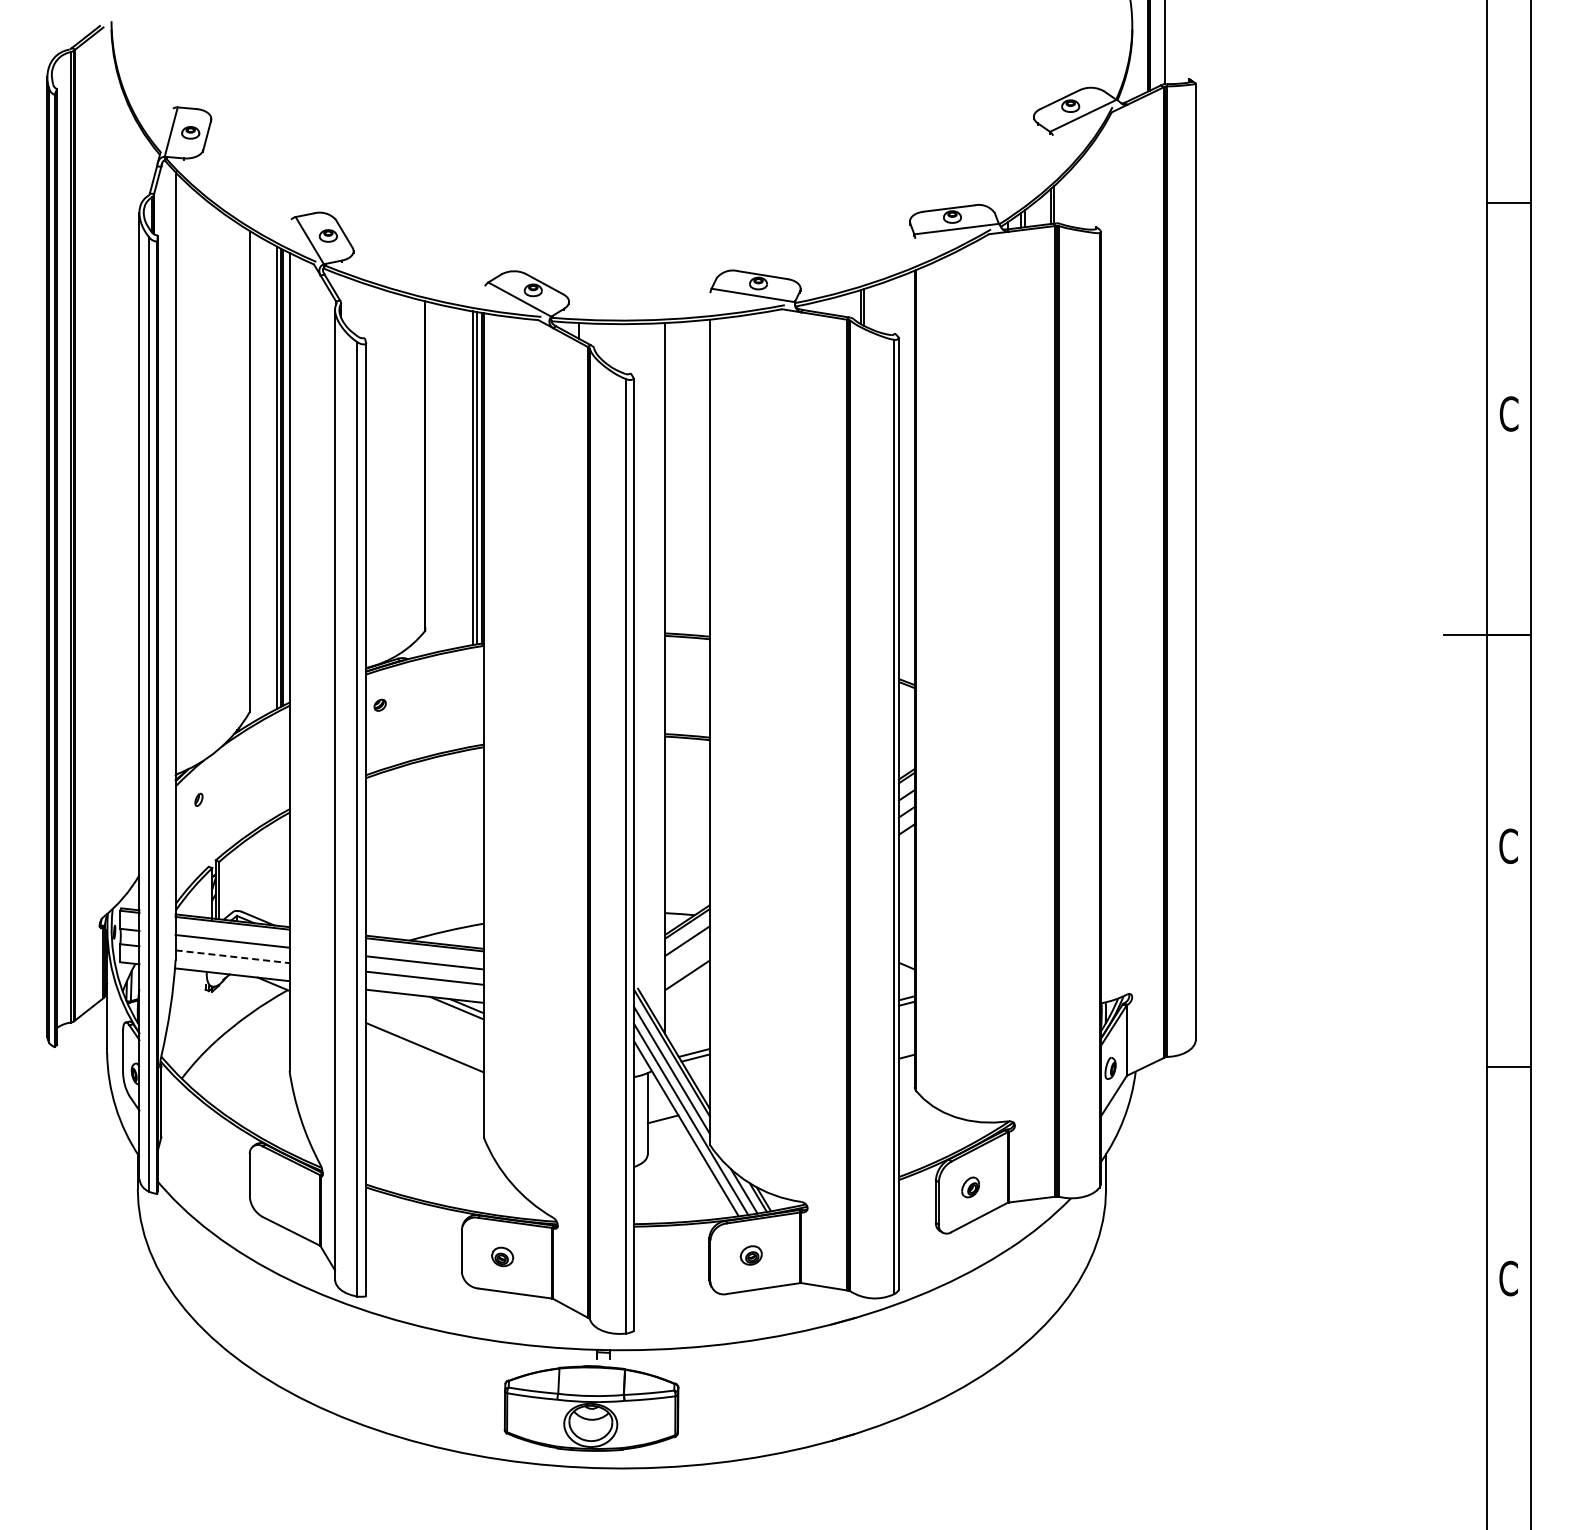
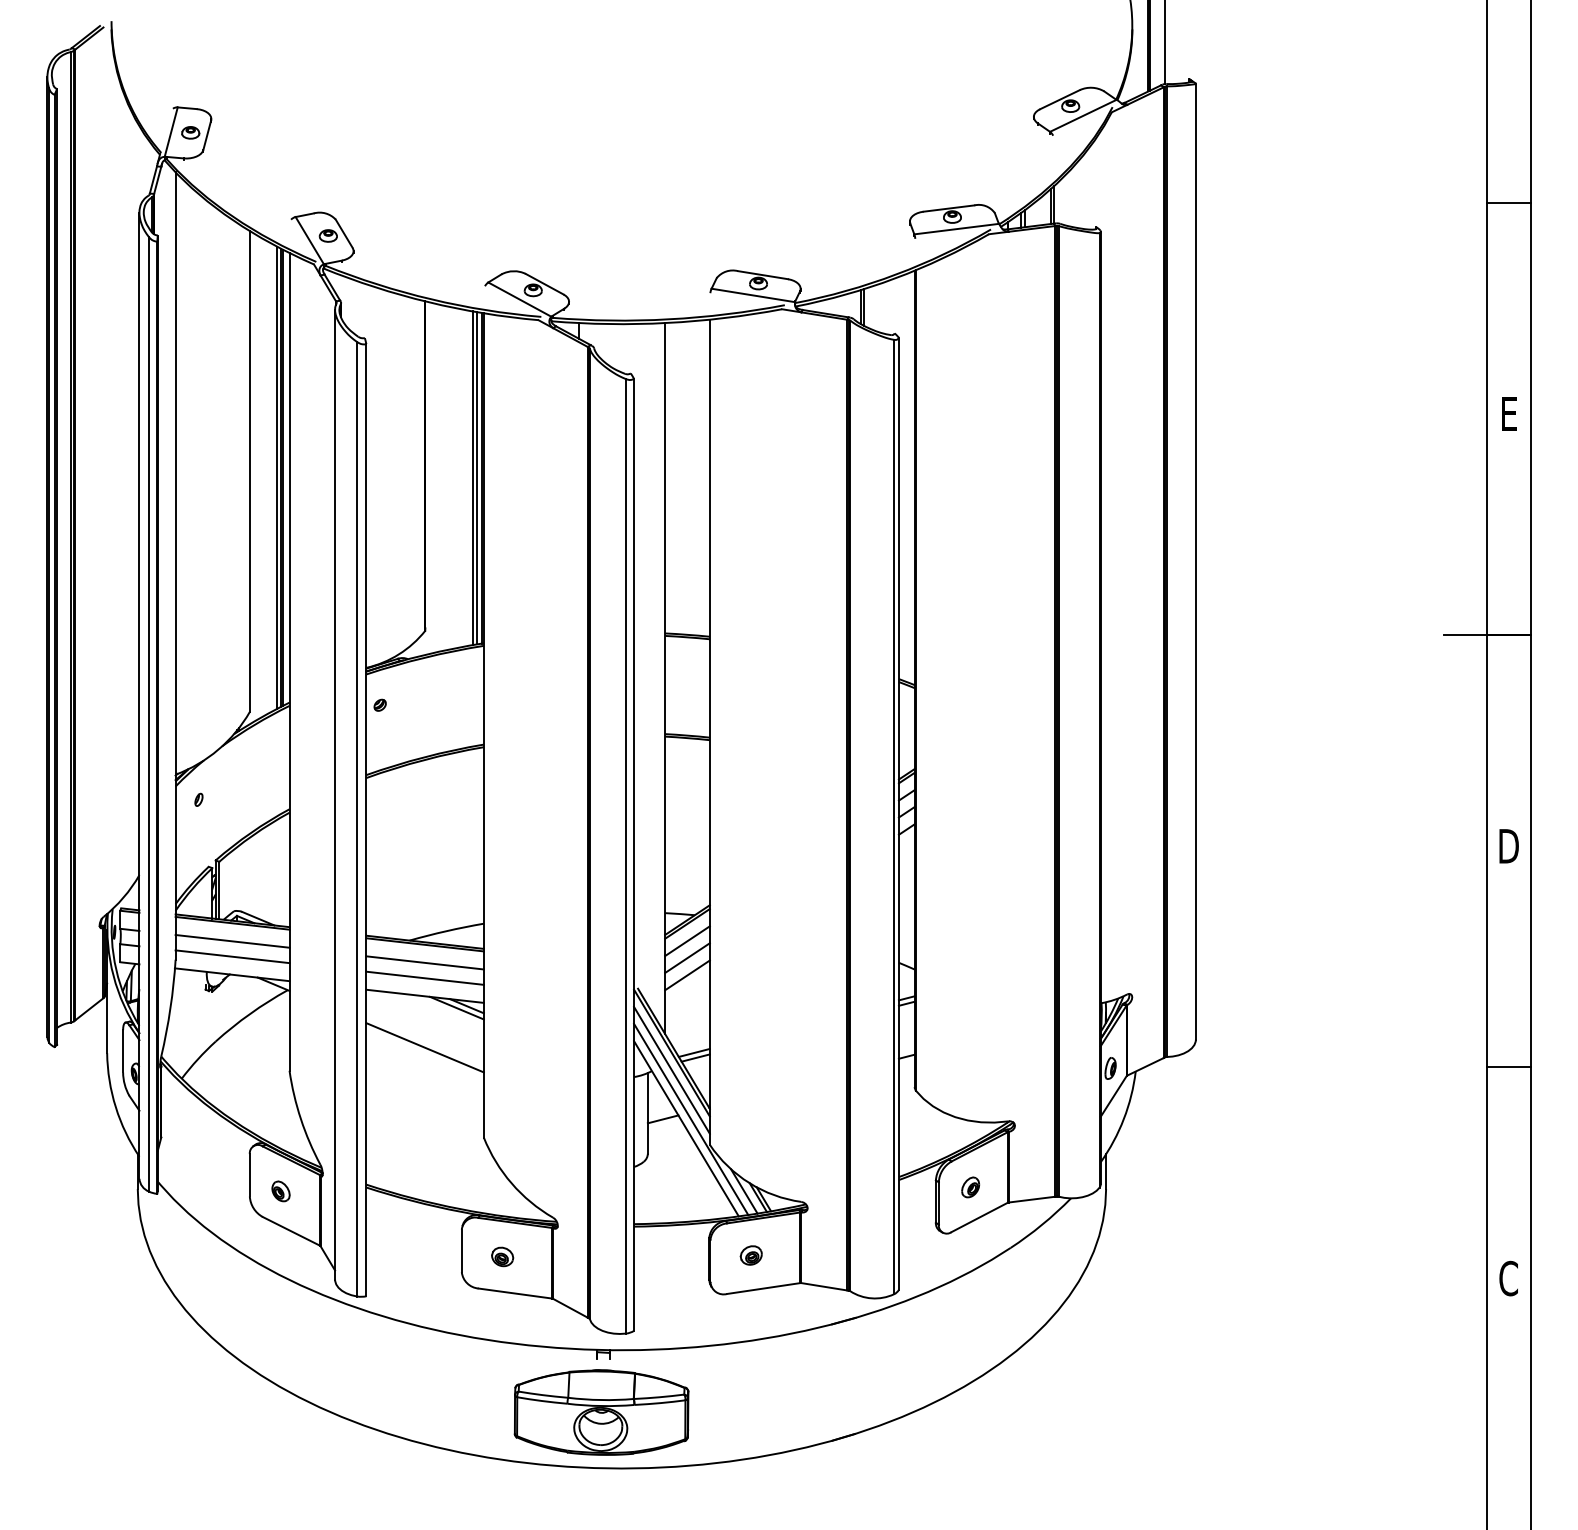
text at (1508, 413): C -> E
text at (1508, 846): C -> D
line at (233, 956): dashed -> solid
line at (687, 957): none -> present
part at (280, 1191): none -> present
part at (591, 1408) position: (591, 1408) -> (601, 1412)
